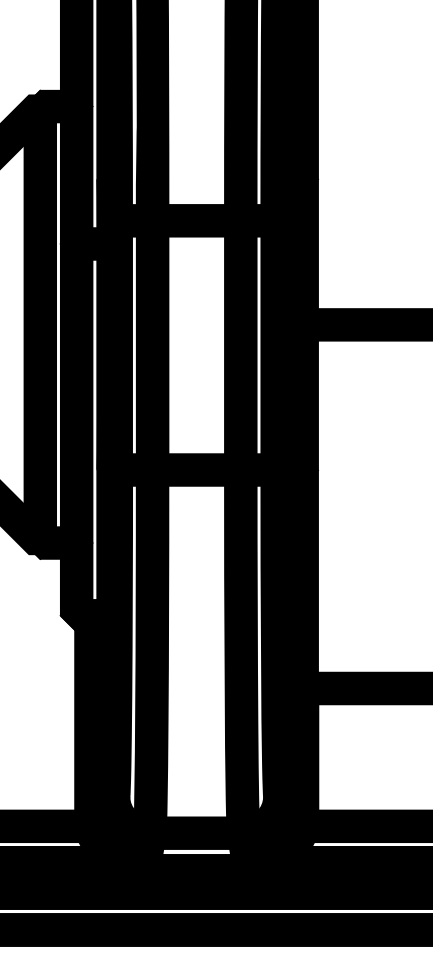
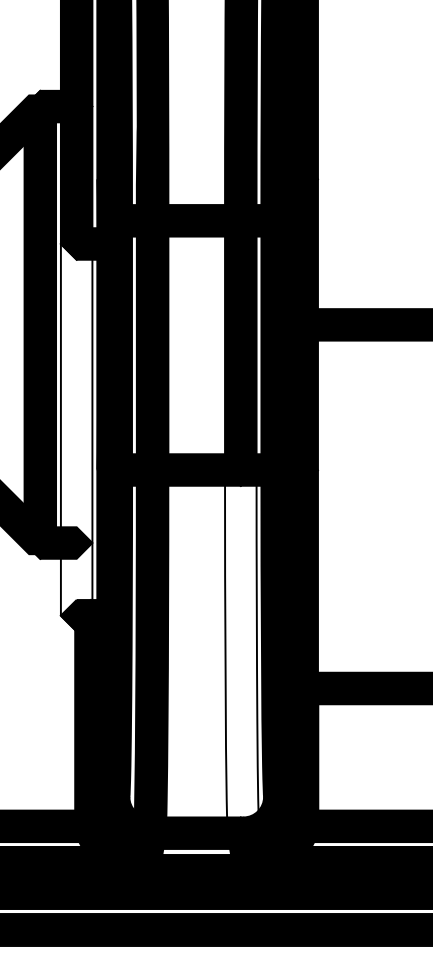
fill at (76, 429): present -> none
fill at (242, 651): present -> none
